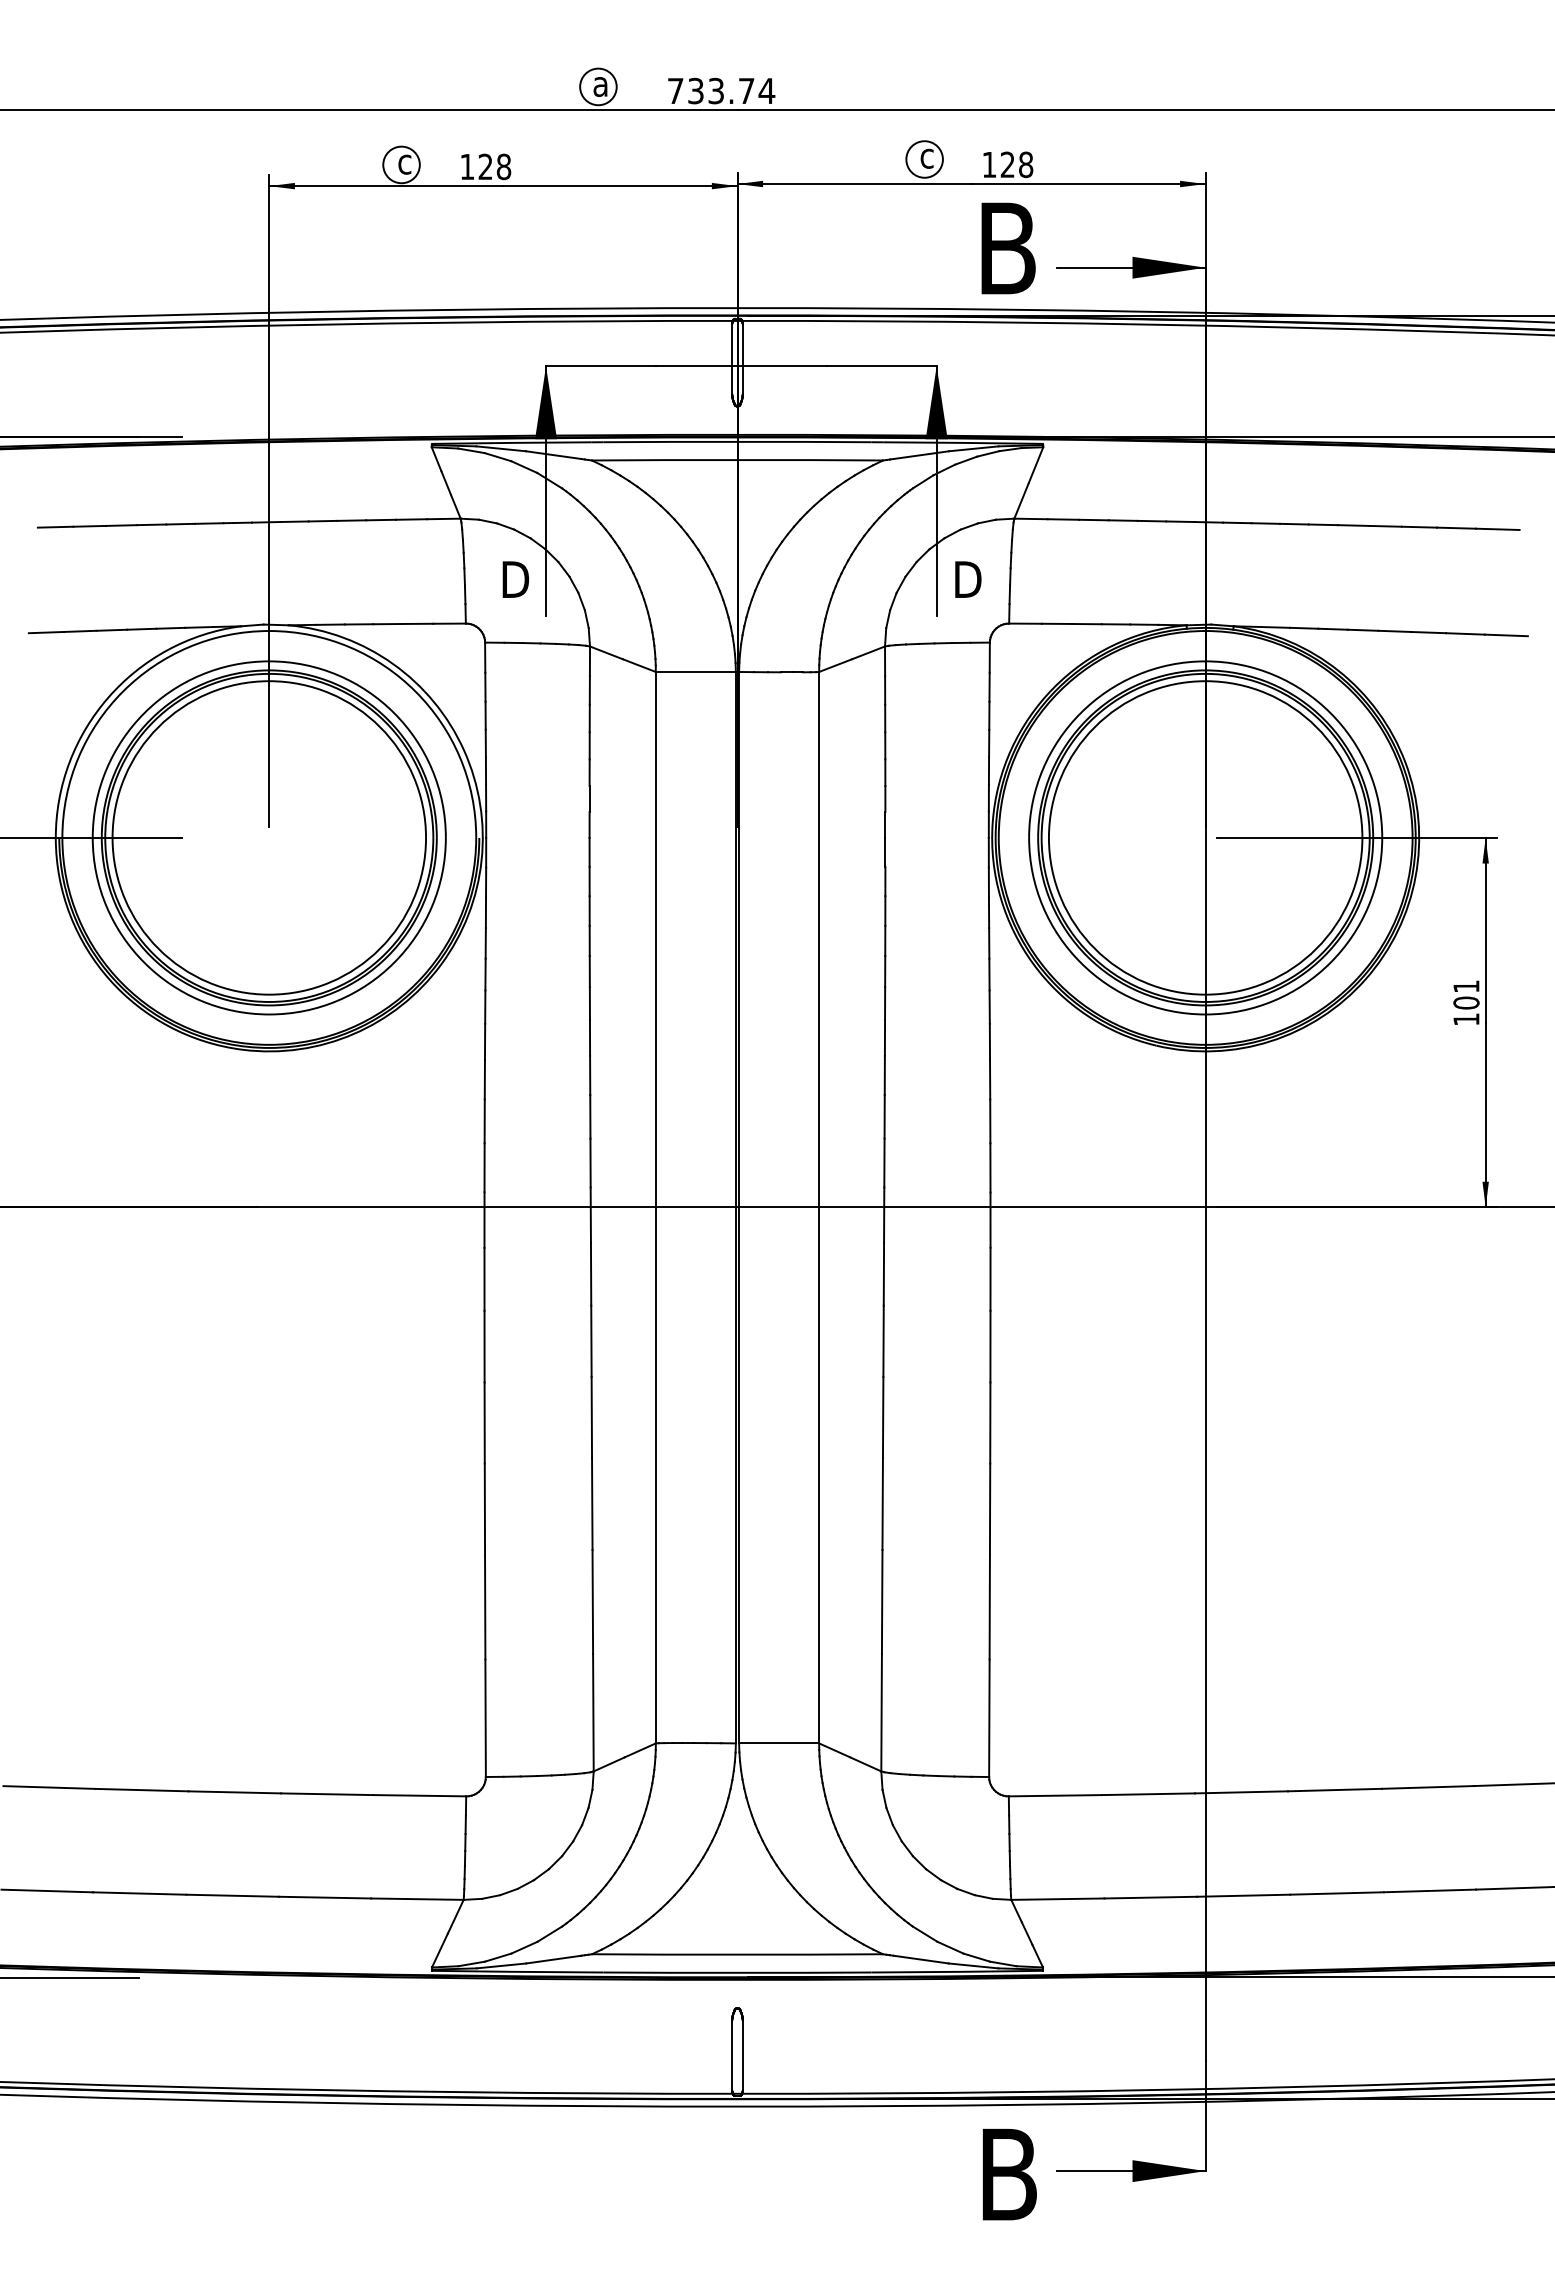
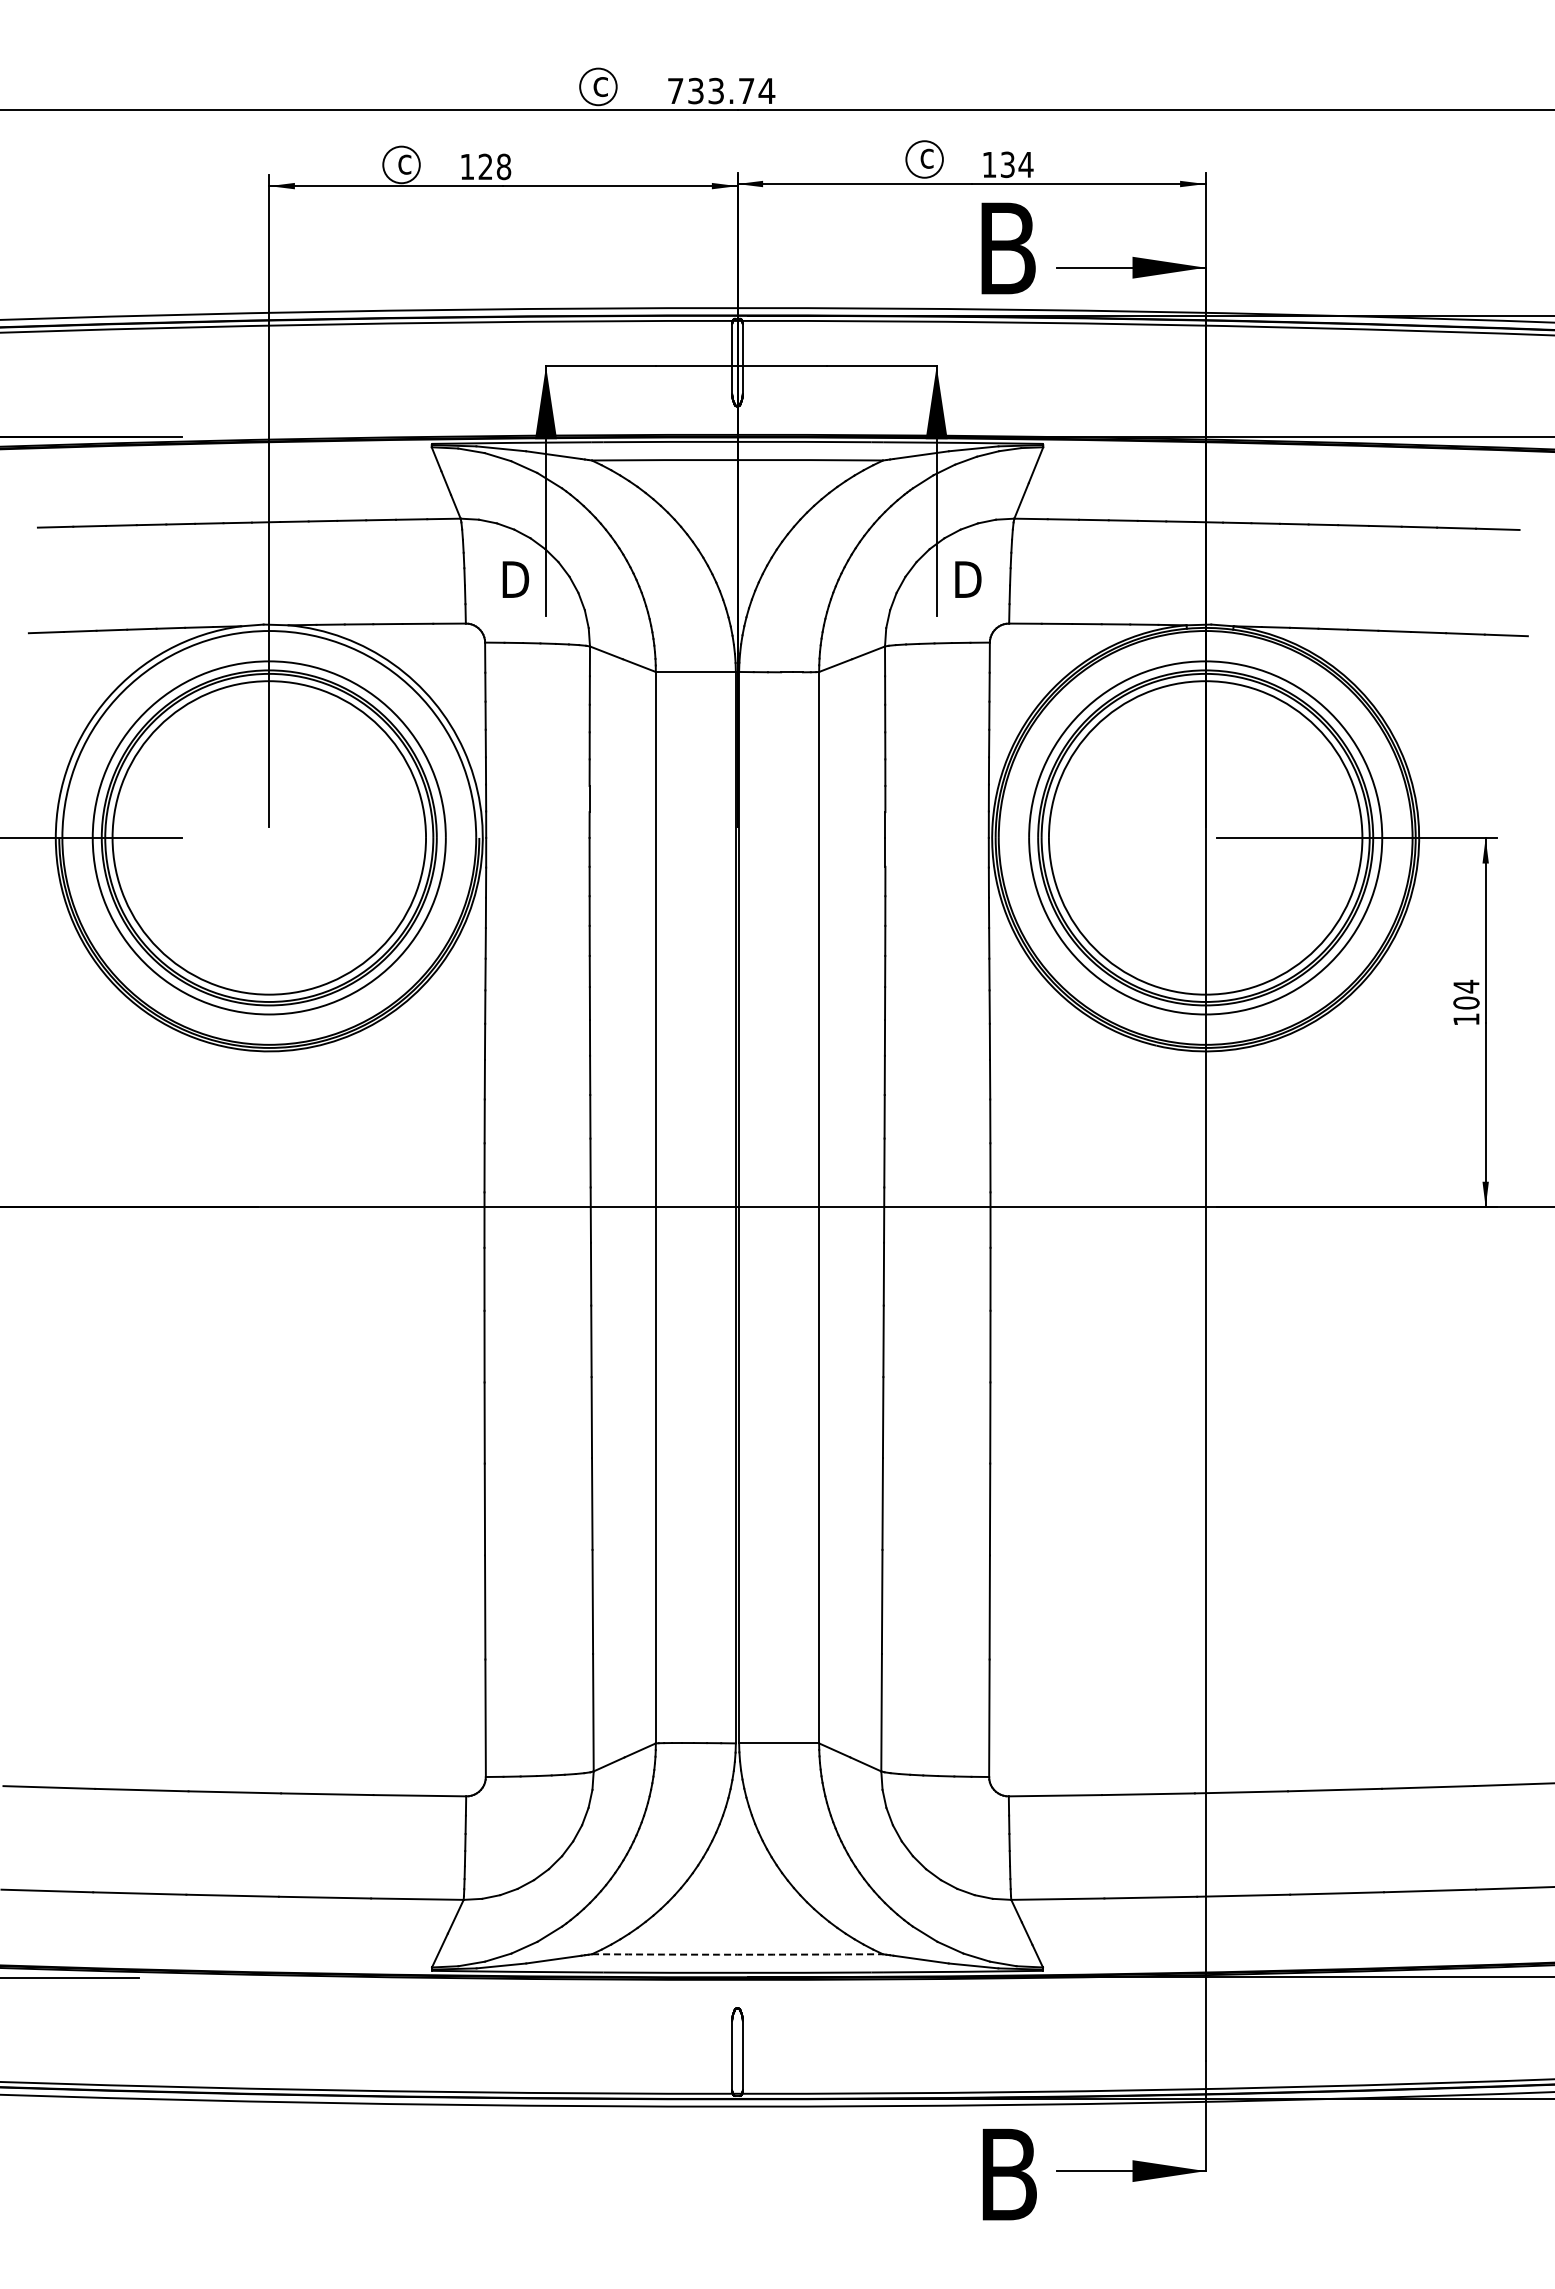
text at (600, 87): a -> c
text at (1016, 164): 128 -> 134
text at (1466, 986): 101 -> 104
arc at (737, 1954): solid -> dashed
